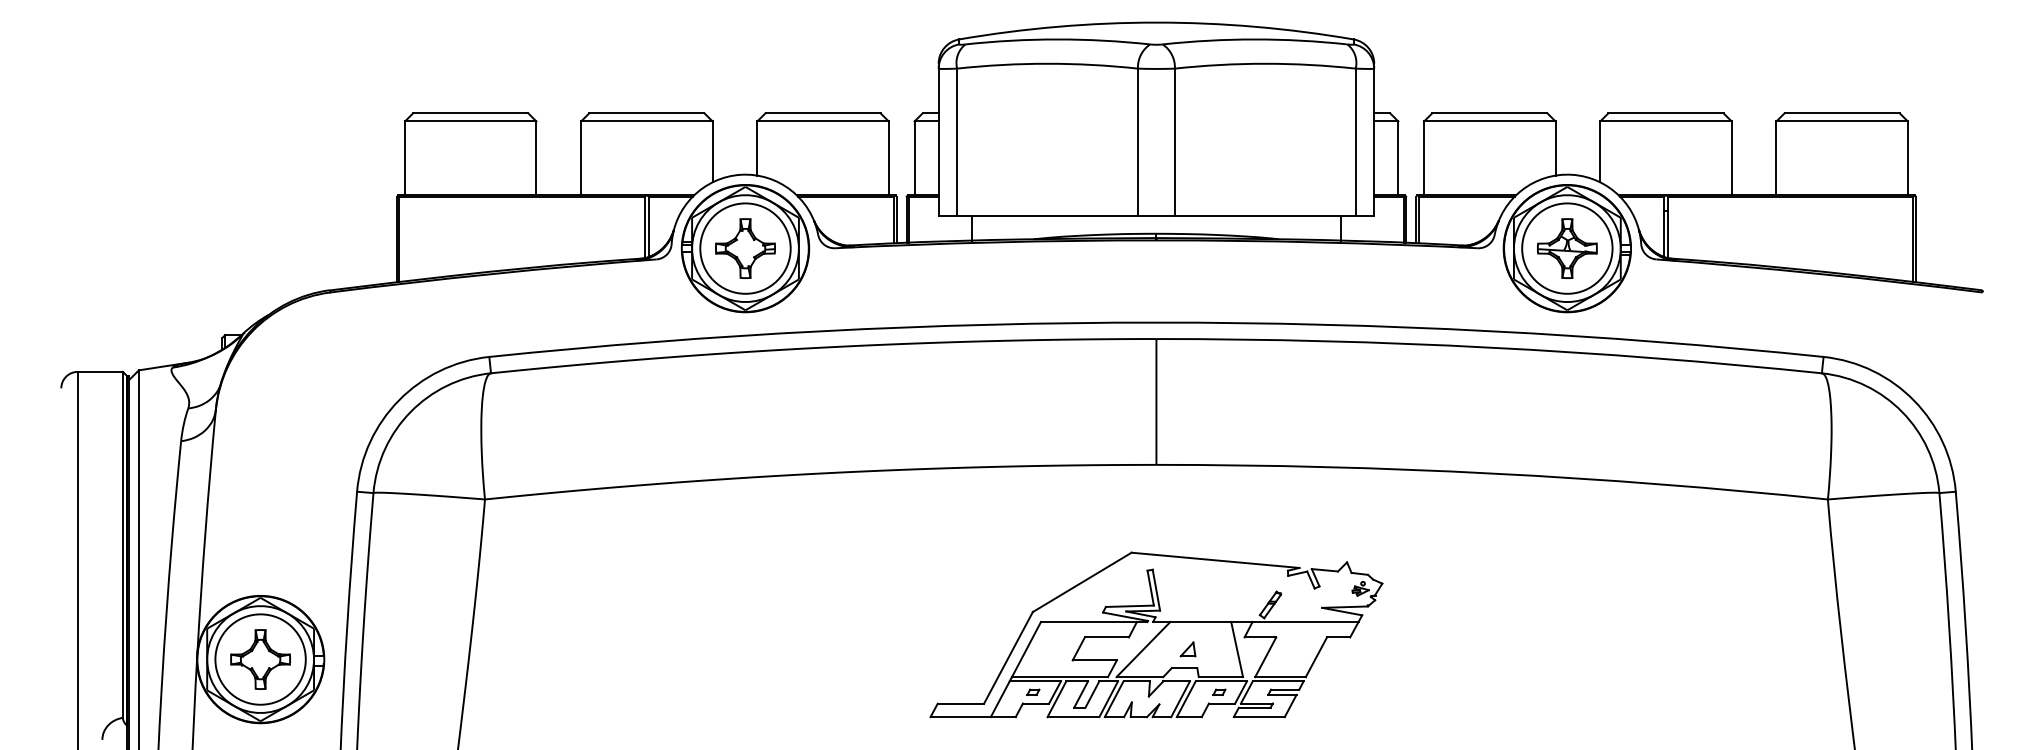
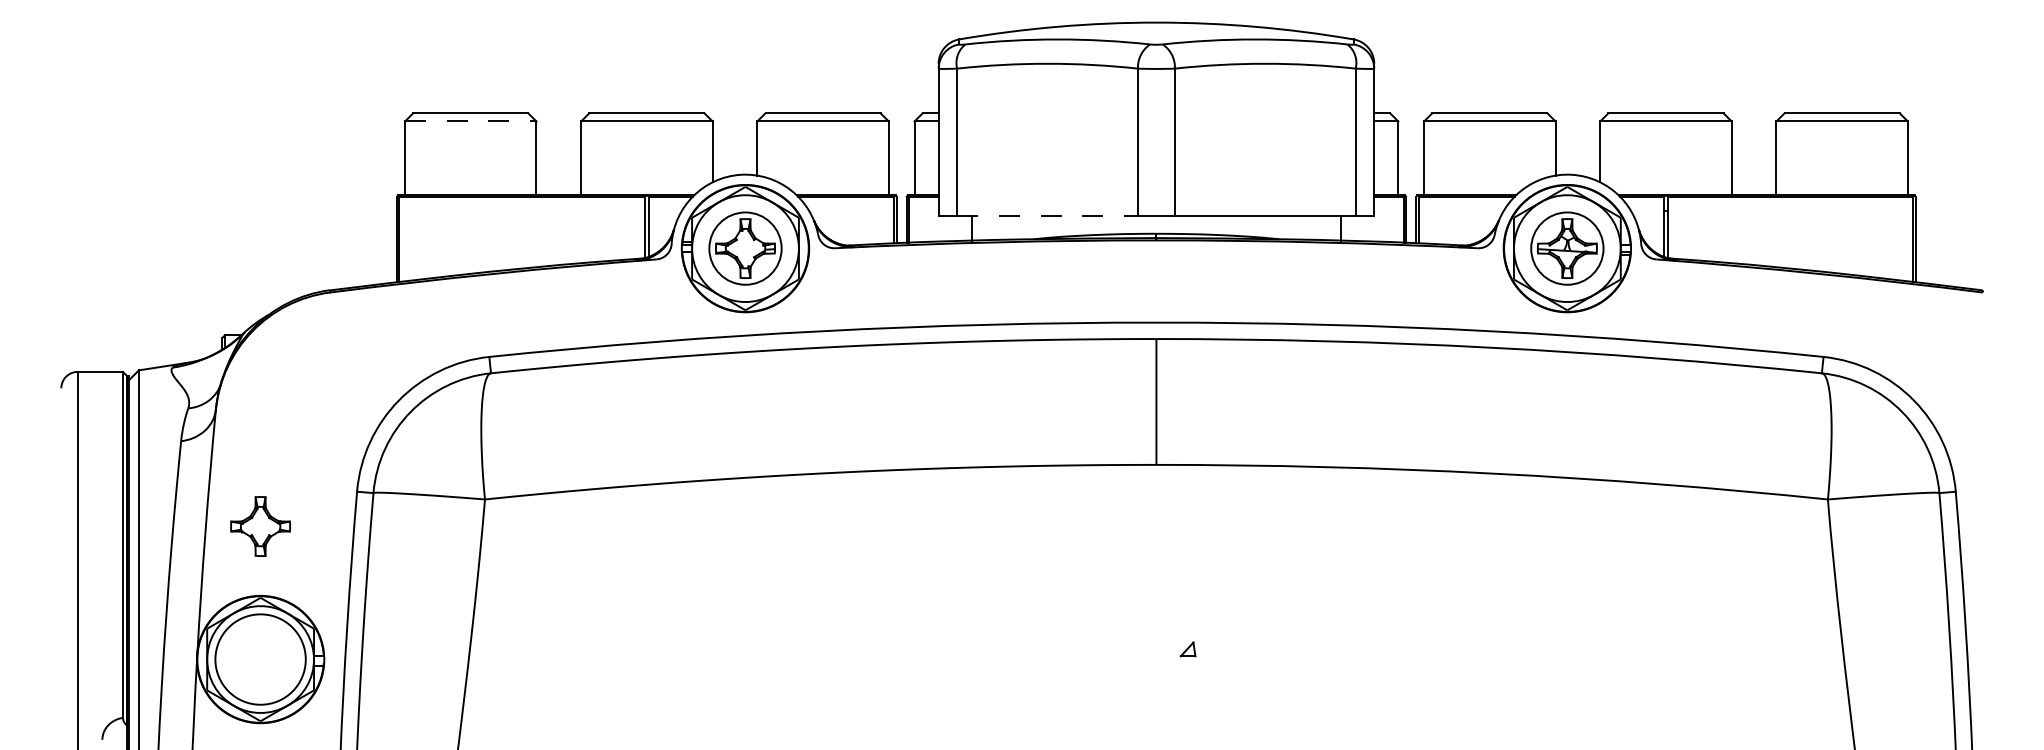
line at (470, 121): solid -> dashed
line at (1048, 215): solid -> dashed
circle at (745, 248) diameter: 90 px -> 72 px
circle at (1567, 248) diameter: 90 px -> 72 px
part at (1156, 634): present -> none
part at (260, 659) position: (260, 659) -> (260, 526)
